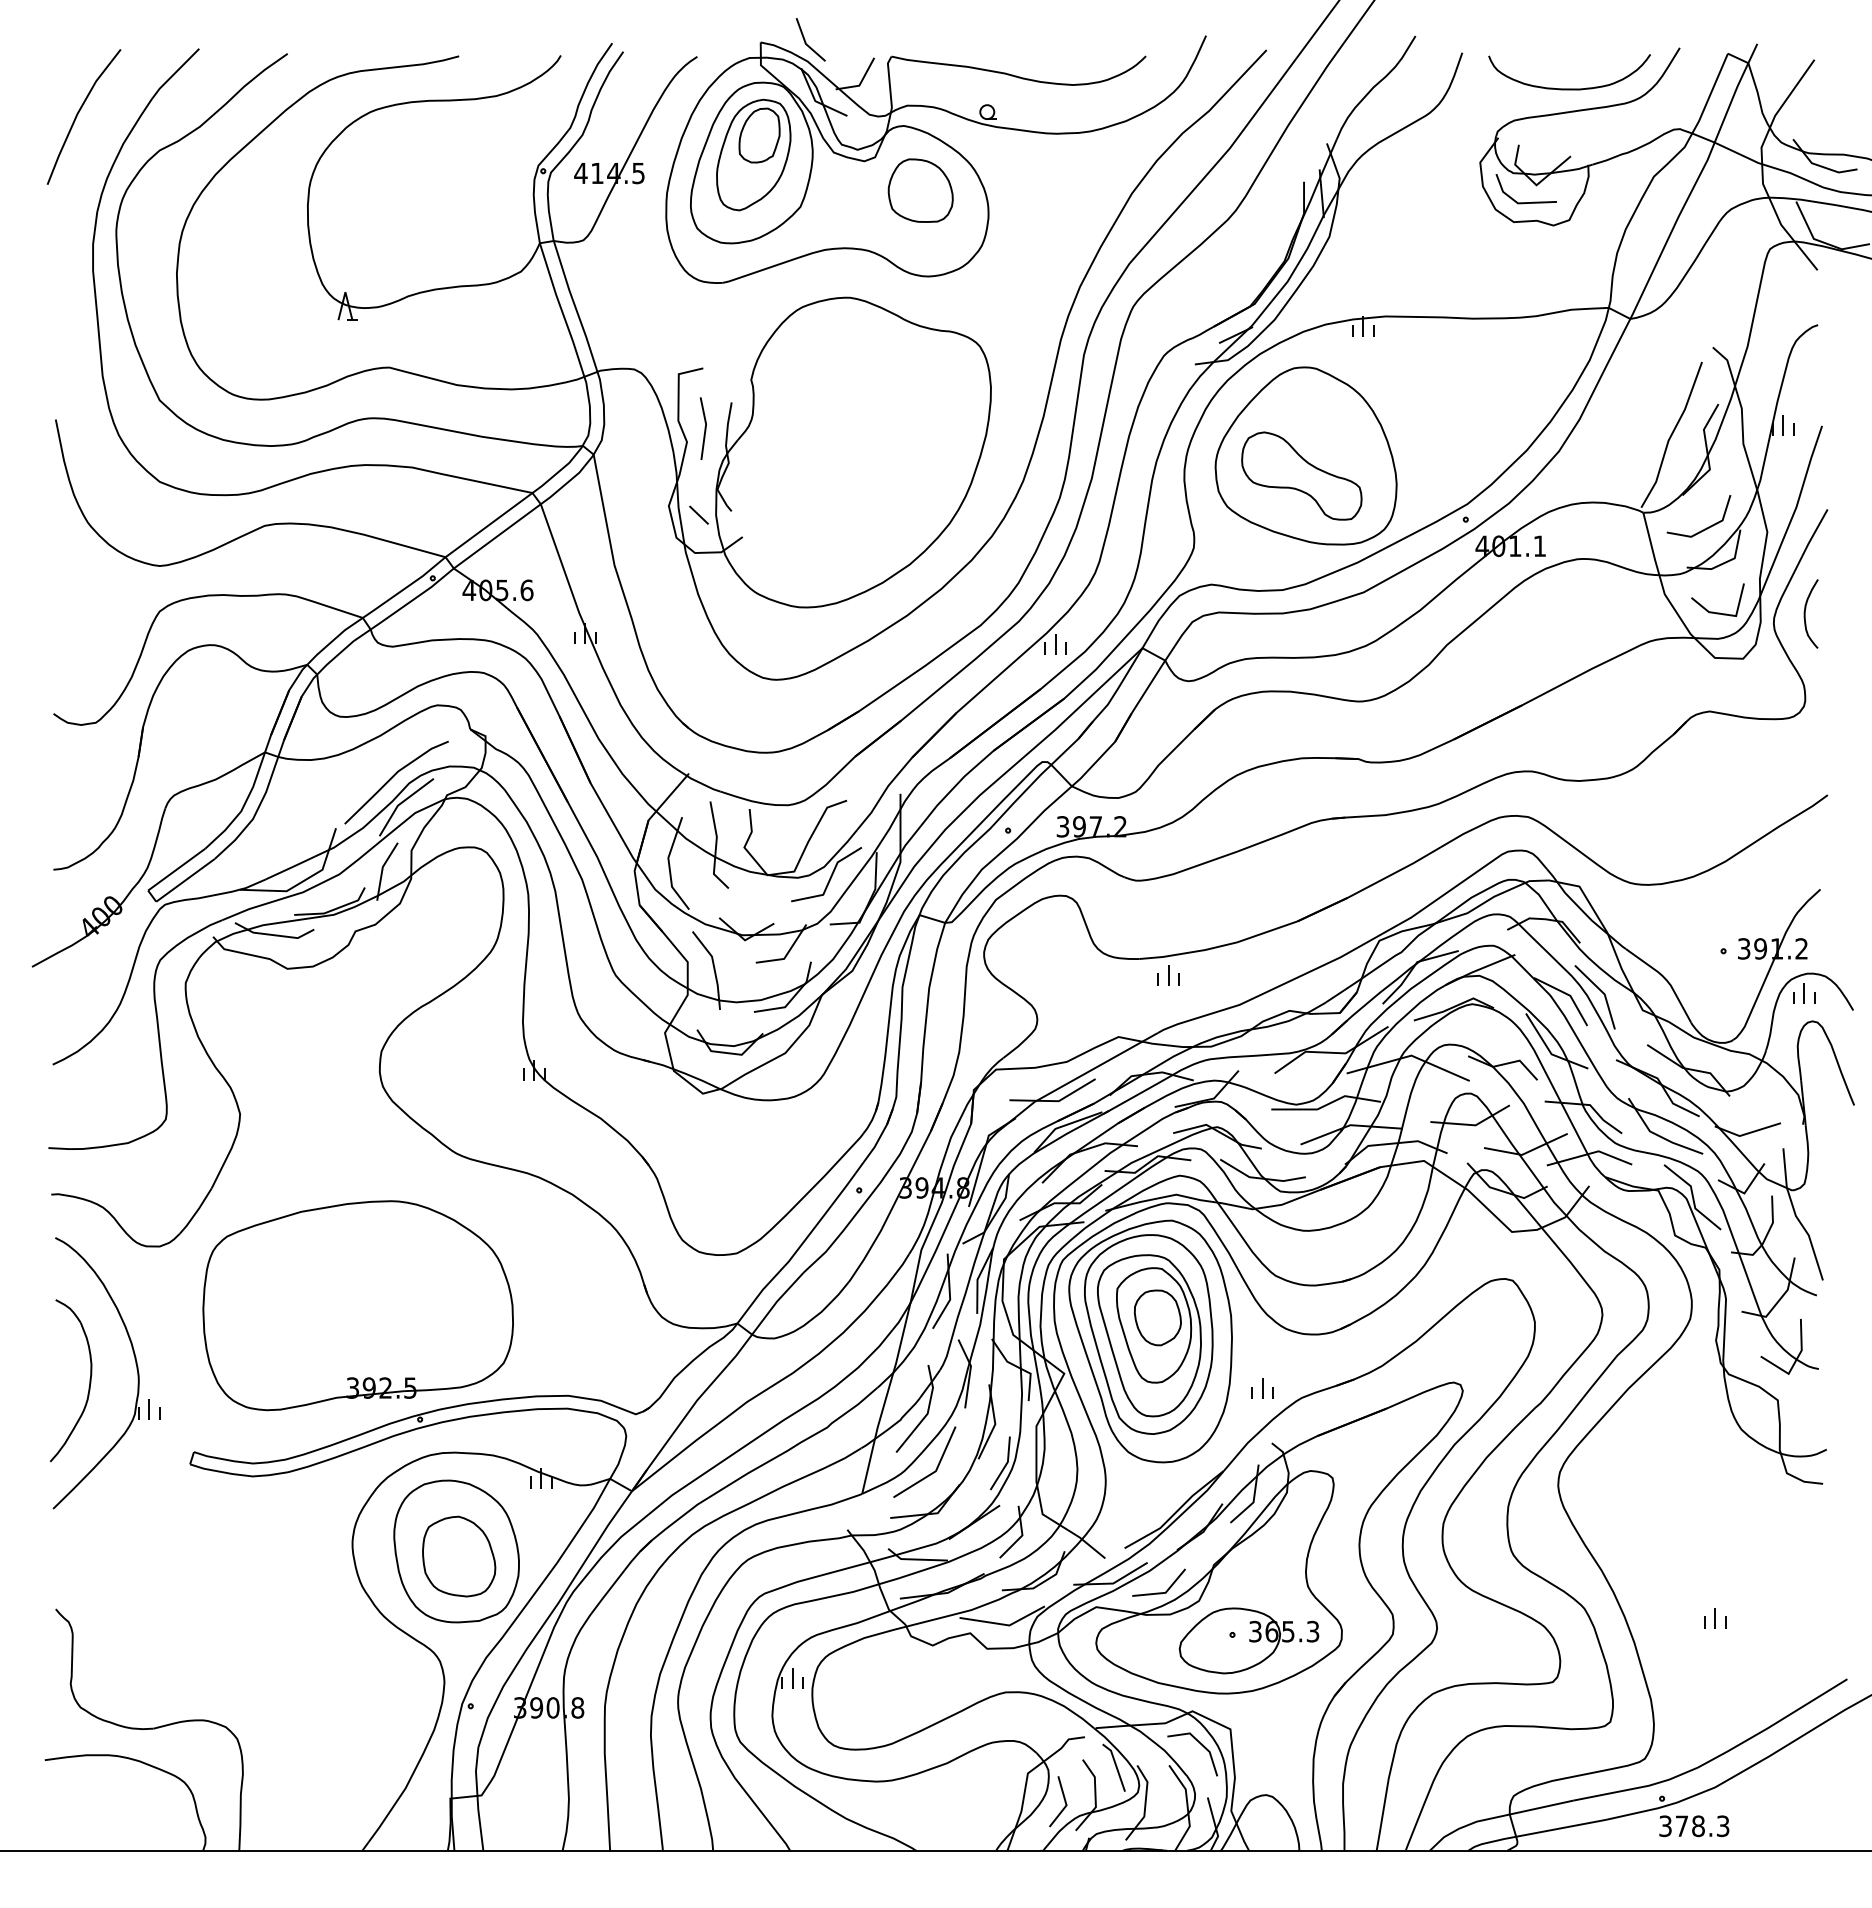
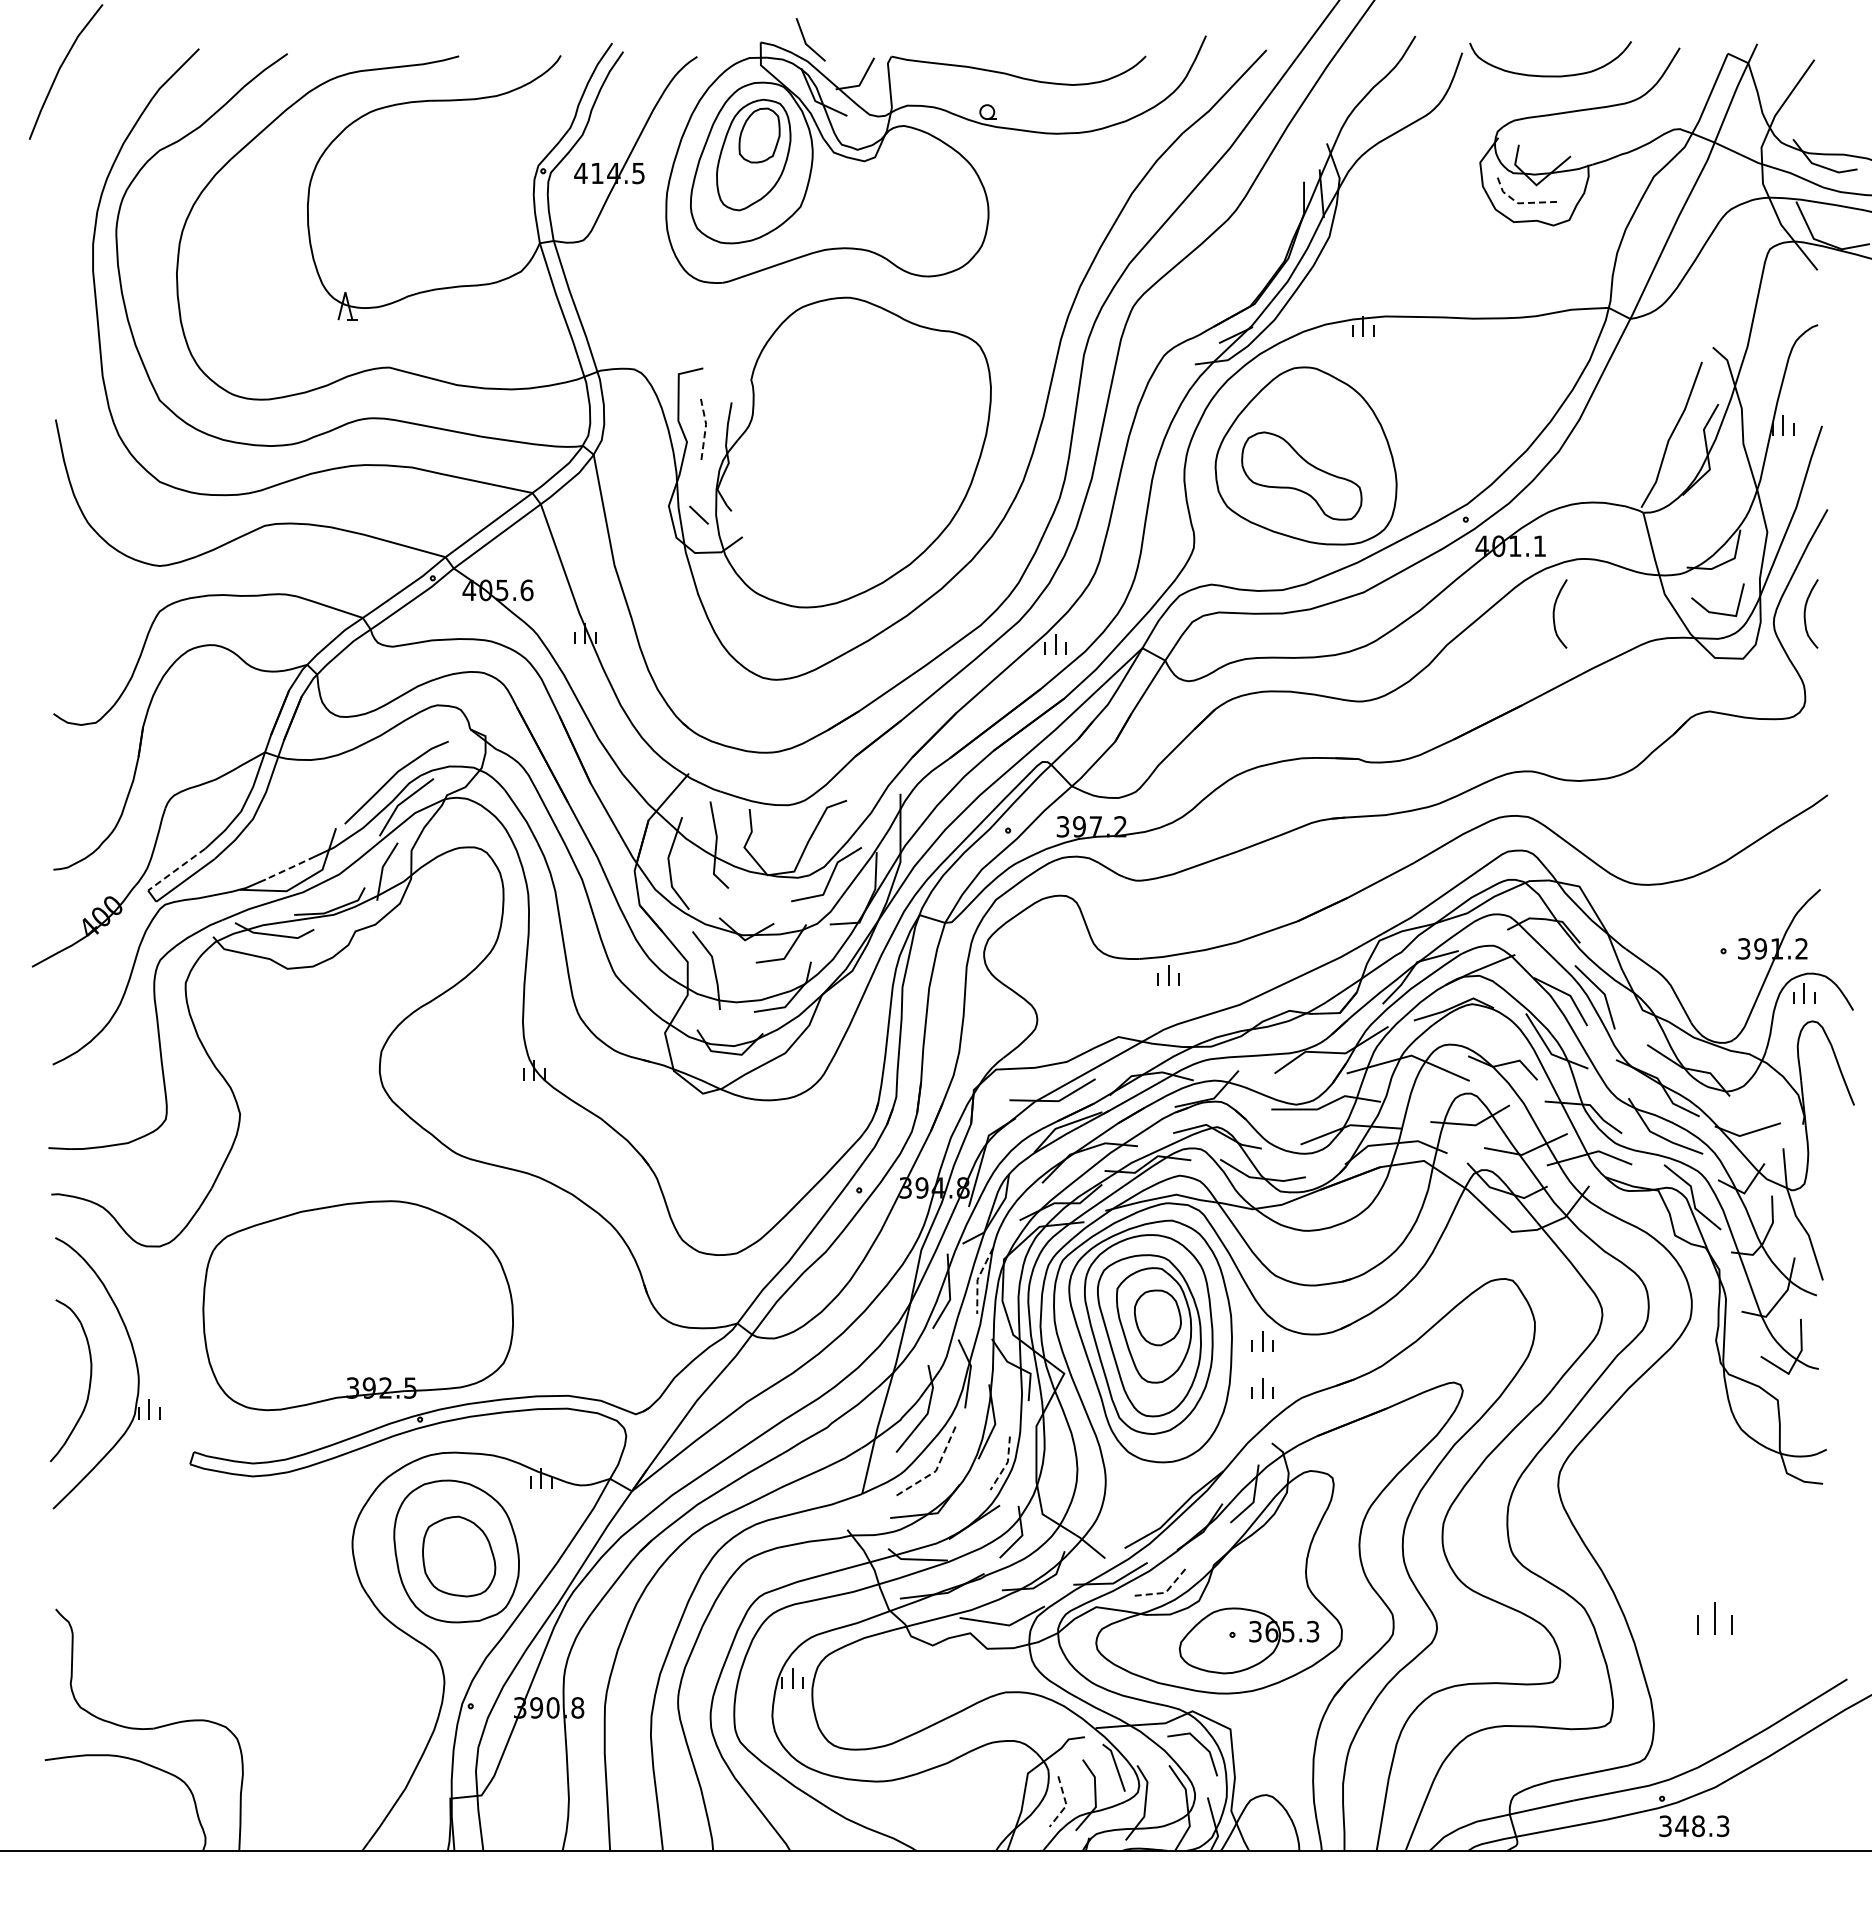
curve at (1569, 88) position: (1569, 88) -> (1550, 75)
line at (78, 114) position: (78, 114) -> (60, 69)
part at (920, 190): present -> none
line at (1518, 203): solid -> dashed
line at (705, 428): solid -> dashed
line at (1704, 528): present -> none
curve at (1554, 613): none -> present
line at (290, 867): solid -> dashed
line at (176, 869): solid -> dashed
line at (977, 1279): solid -> dashed
part at (1262, 1341): none -> present
line at (1005, 1465): solid -> dashed
line at (935, 1471): solid -> dashed
line at (1164, 1592): solid -> dashed
part at (1715, 1618) size: 23x21 px -> 36x33 px
line at (1066, 1804): solid -> dashed
text at (1681, 1825): 378.3 -> 348.3
